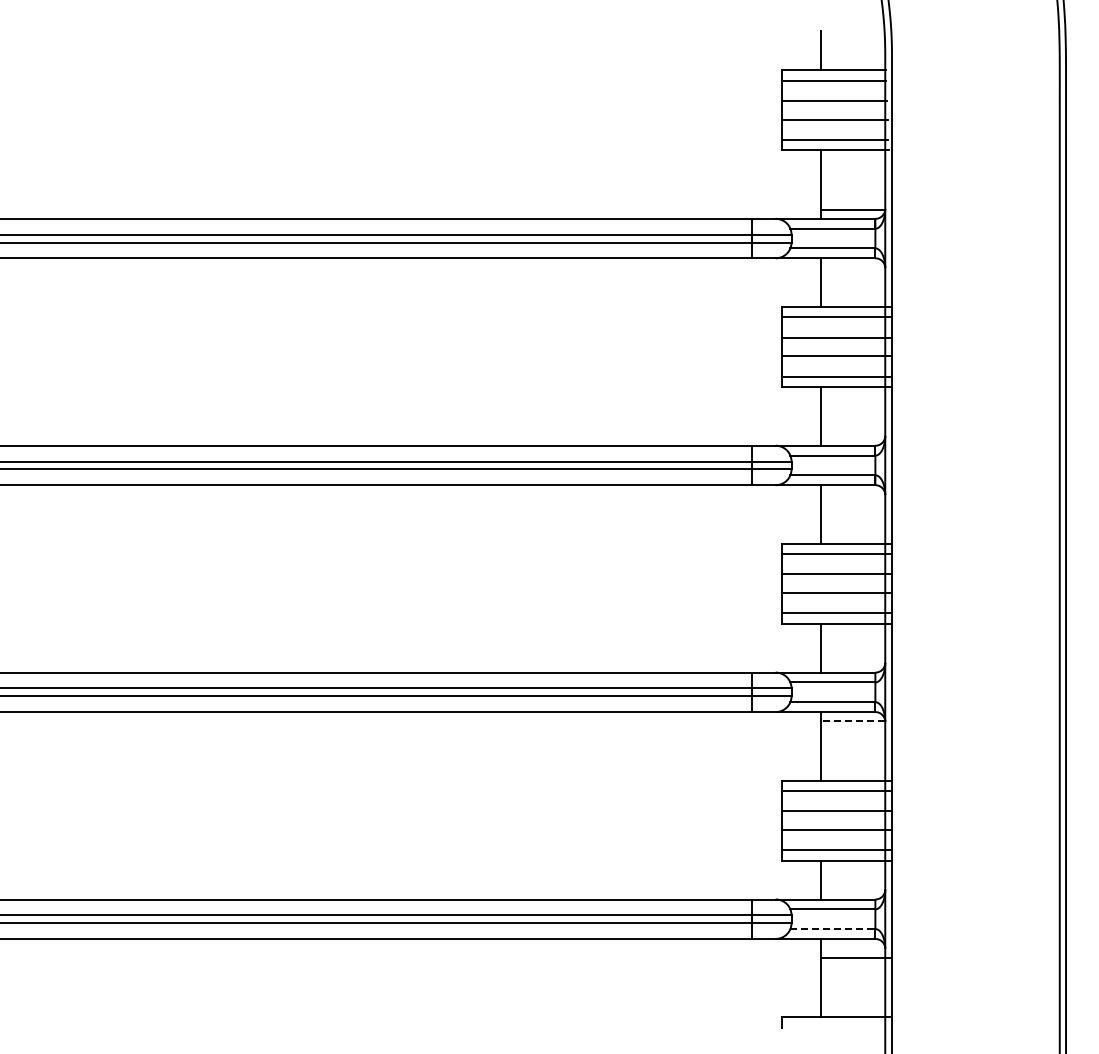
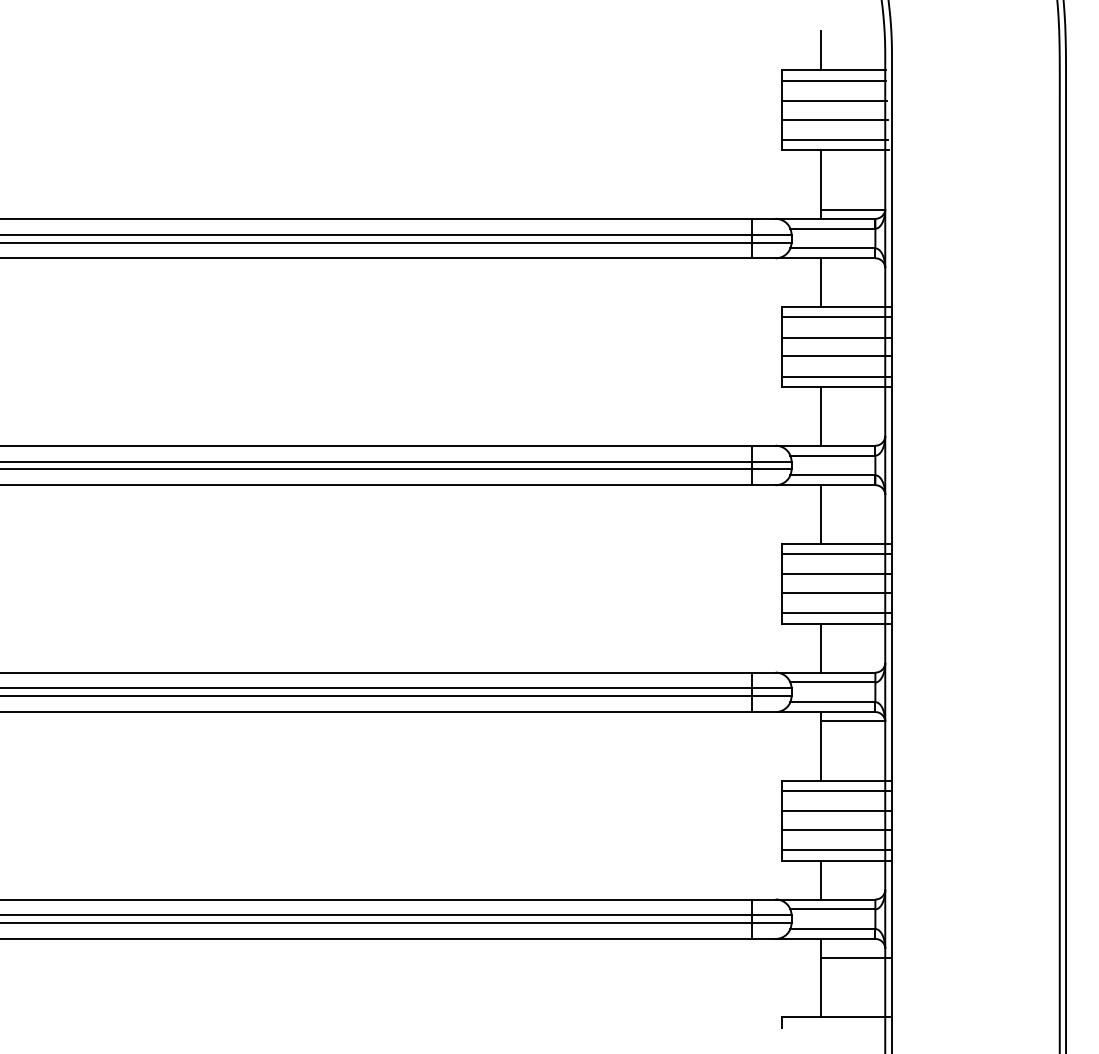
line at (853, 720): dashed -> solid
line at (833, 929): dashed -> solid
